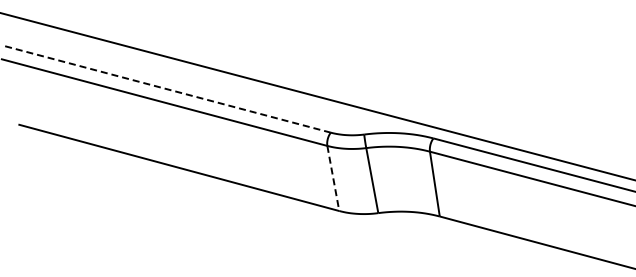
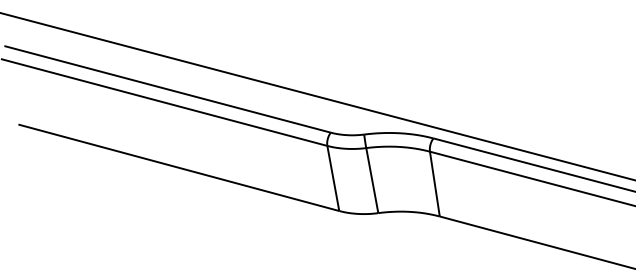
line at (167, 89): dashed -> solid
line at (333, 178): dashed -> solid
